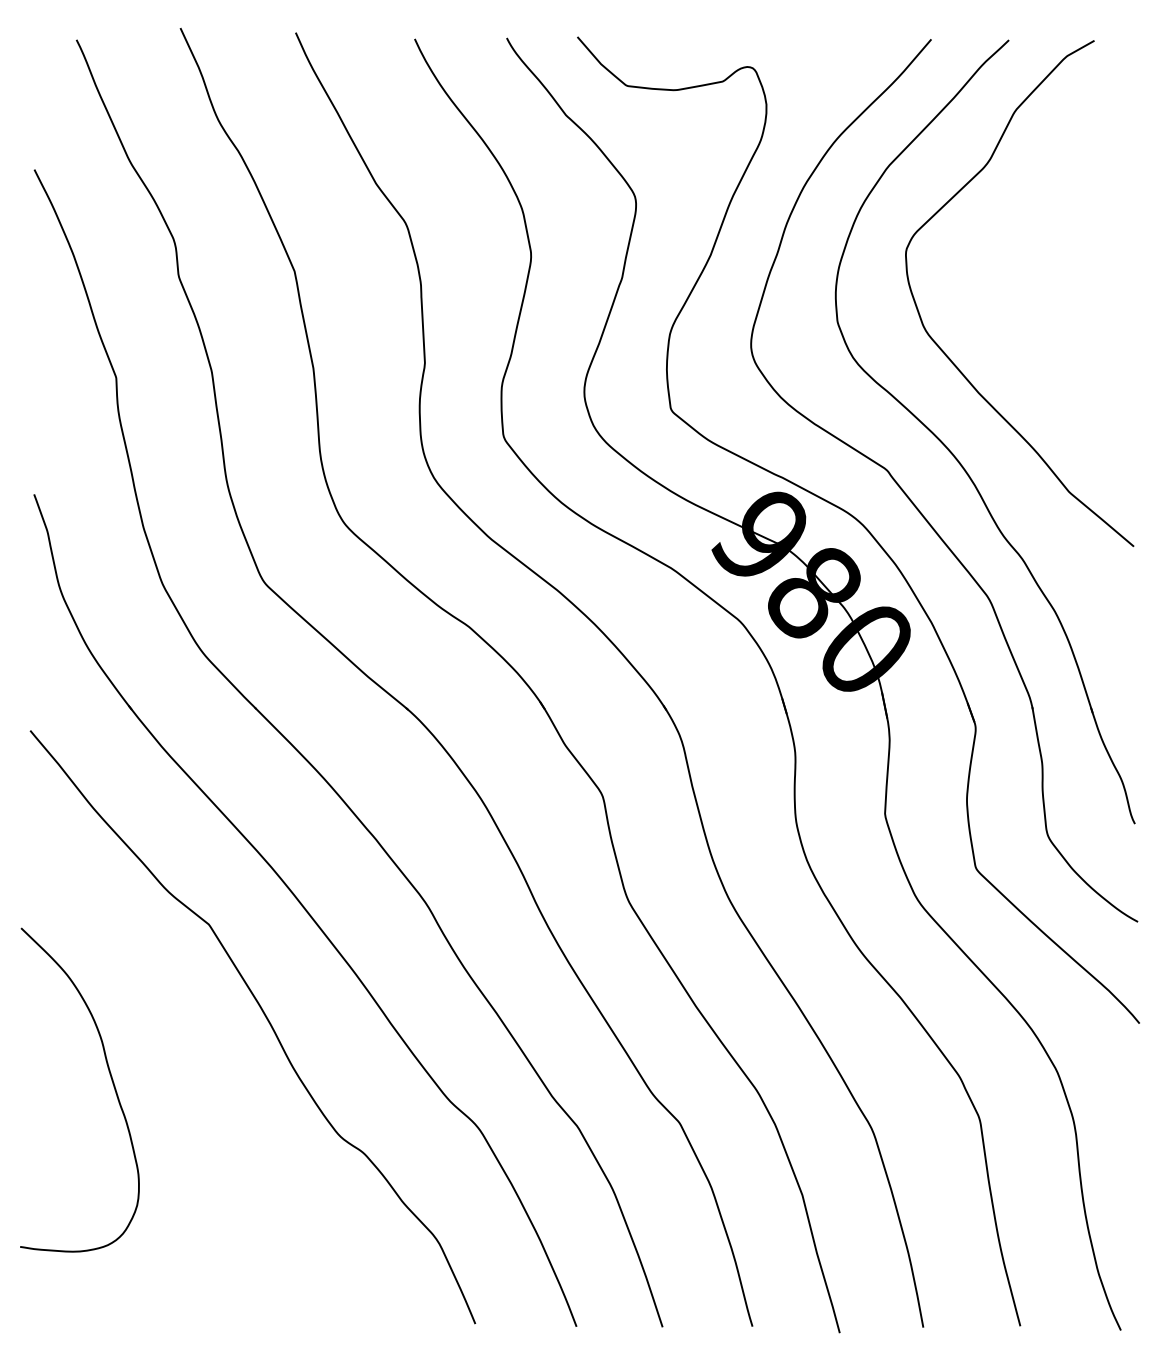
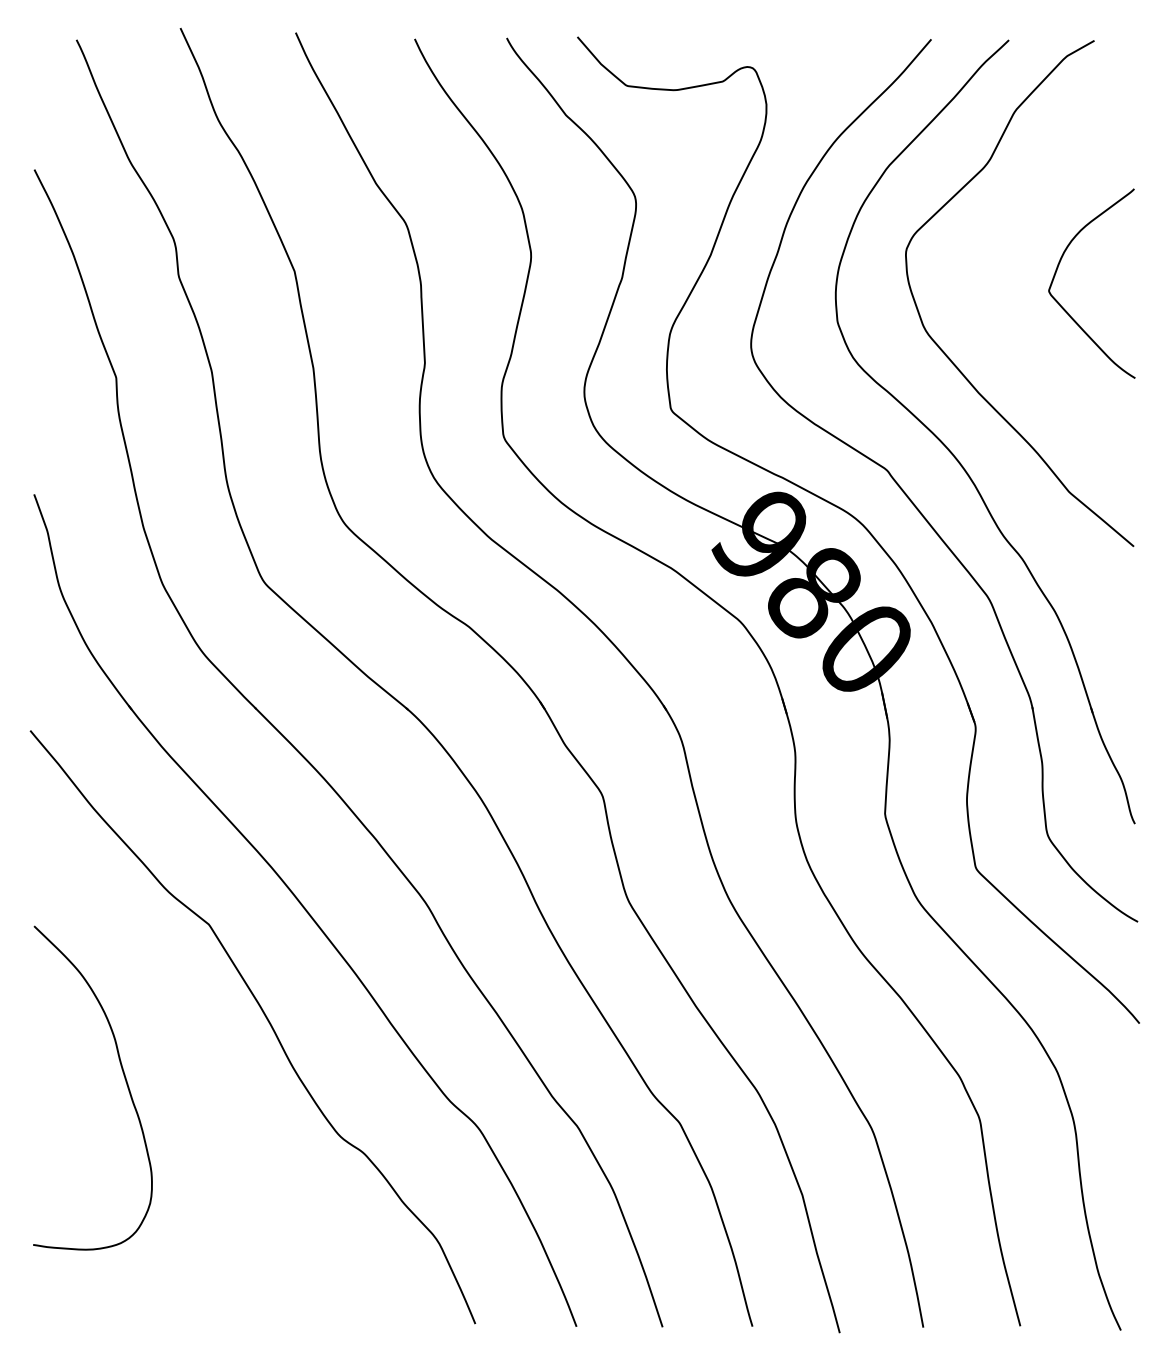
curve at (1058, 268): none -> present
curve at (111, 1081) position: (111, 1081) -> (124, 1079)
